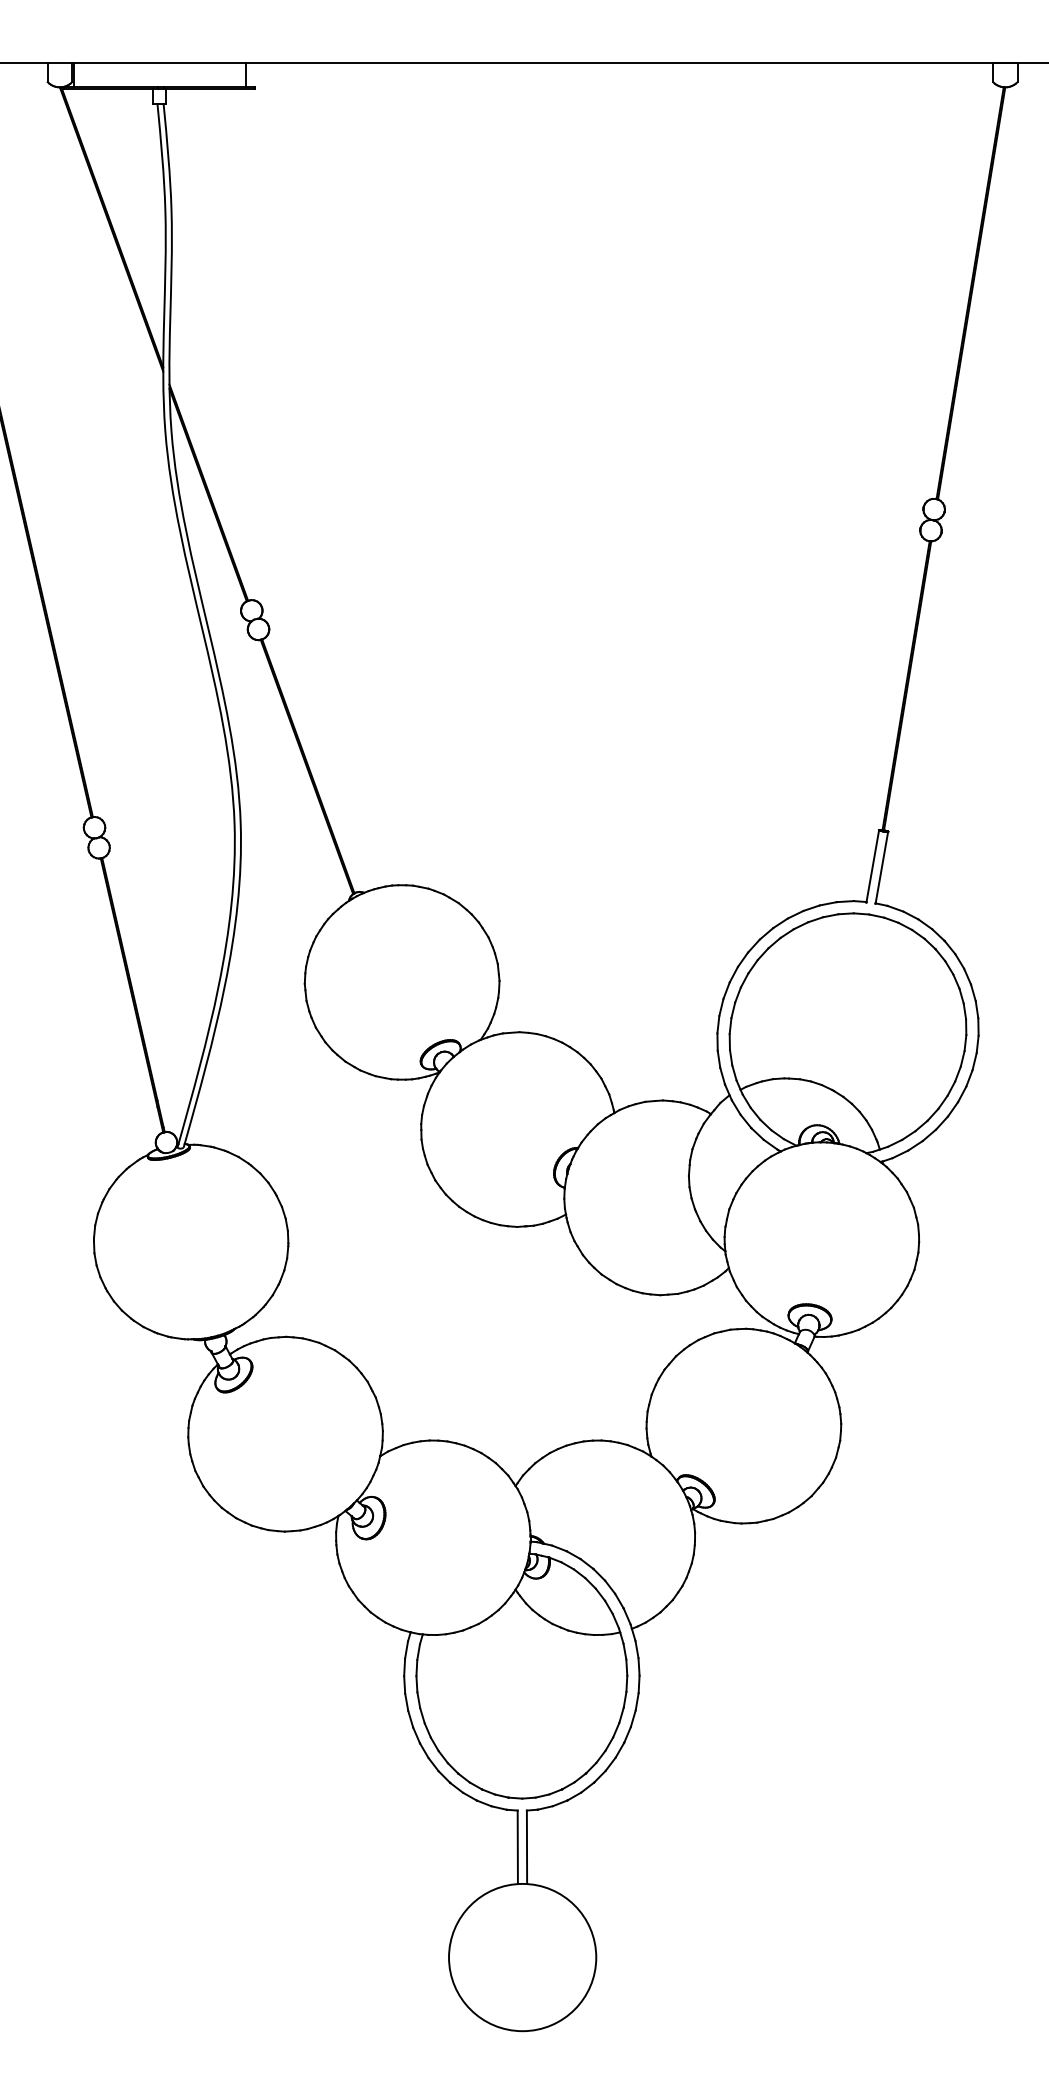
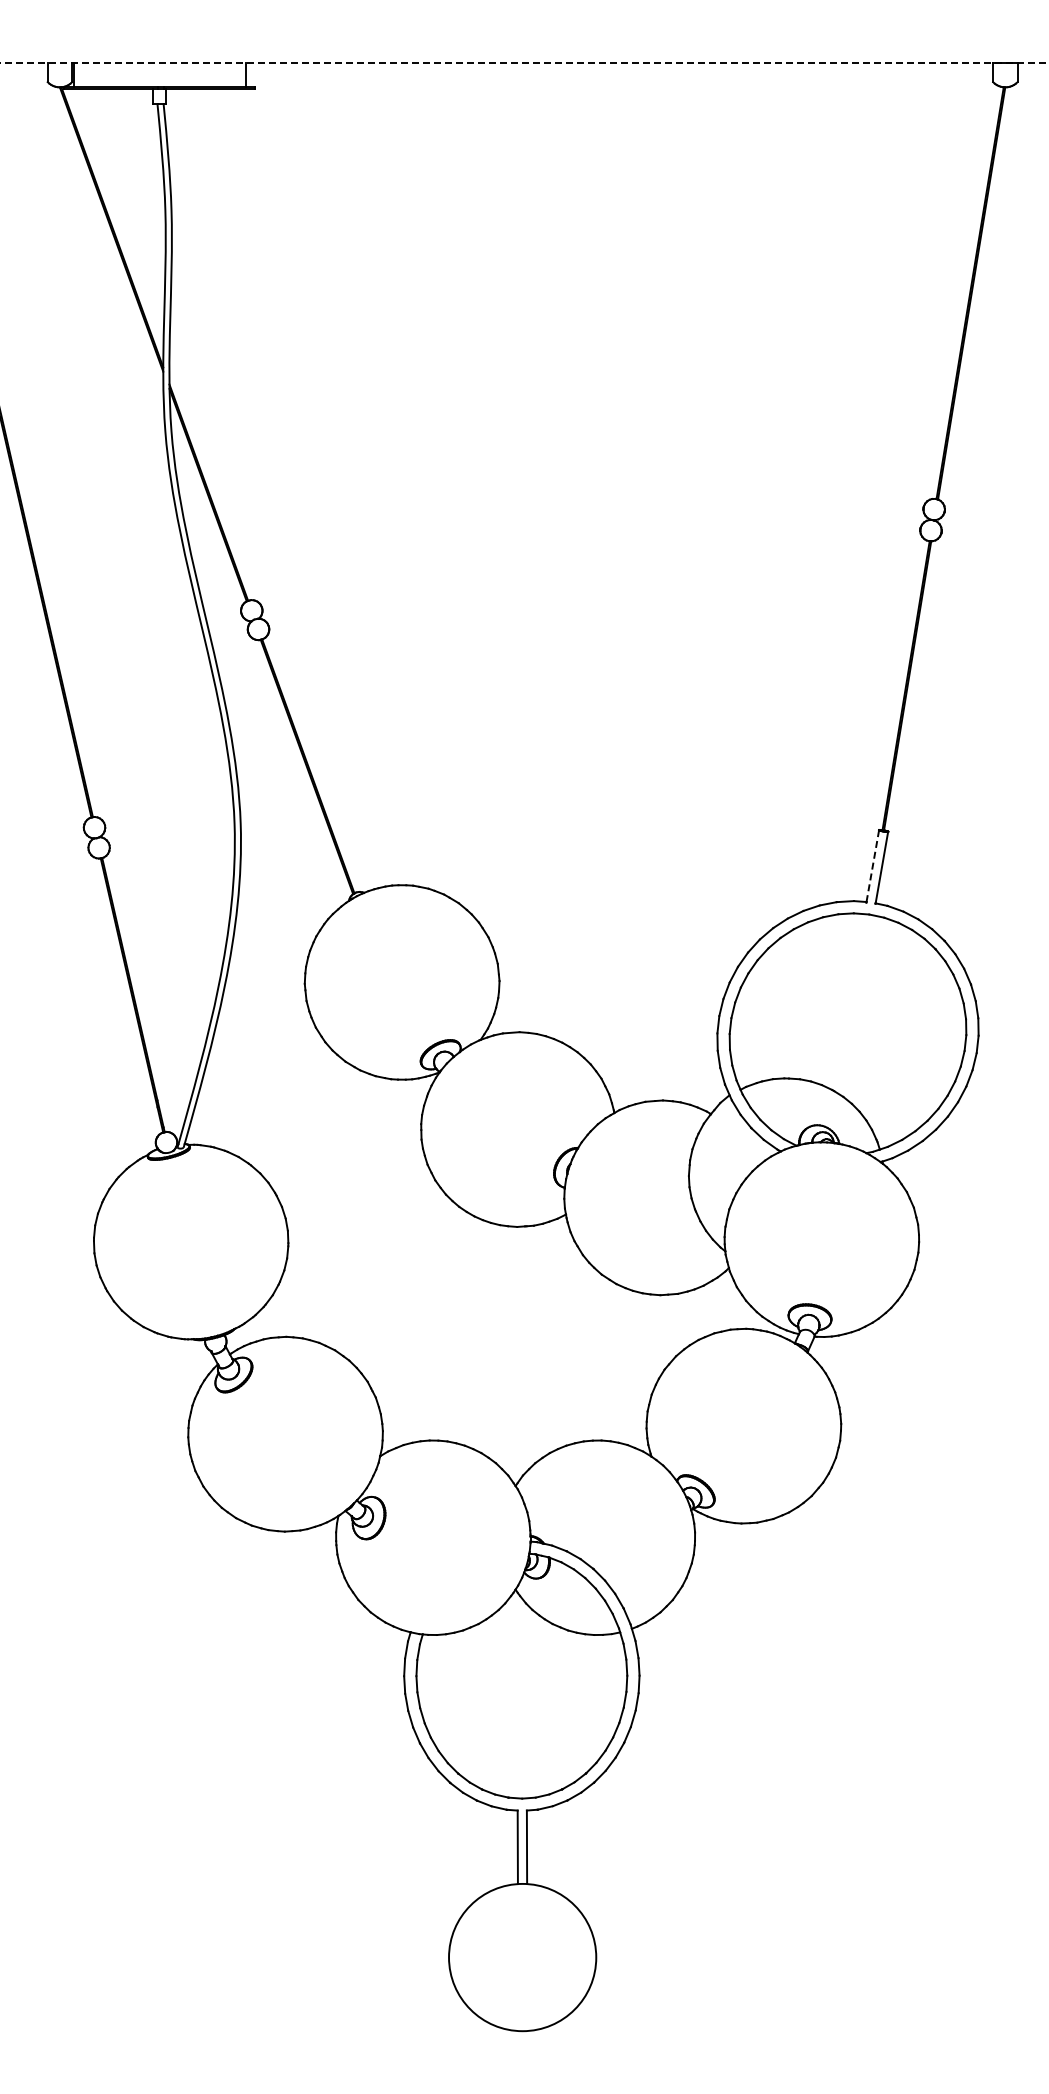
line at (524, 62): solid -> dashed
line at (872, 866): solid -> dashed
